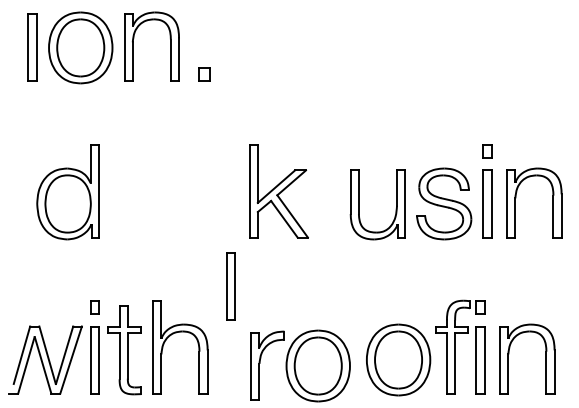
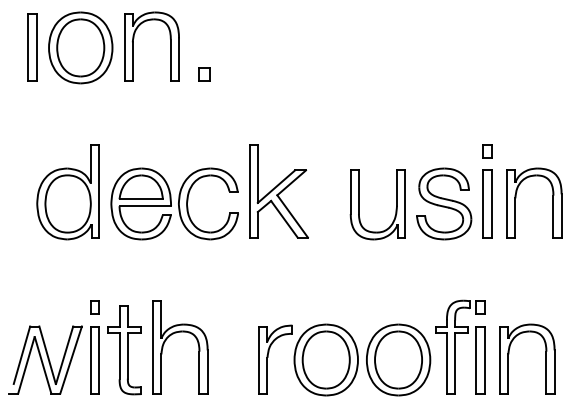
part at (174, 203): none -> present
part at (230, 286): present -> none
part at (300, 365) position: (300, 365) -> (308, 359)
